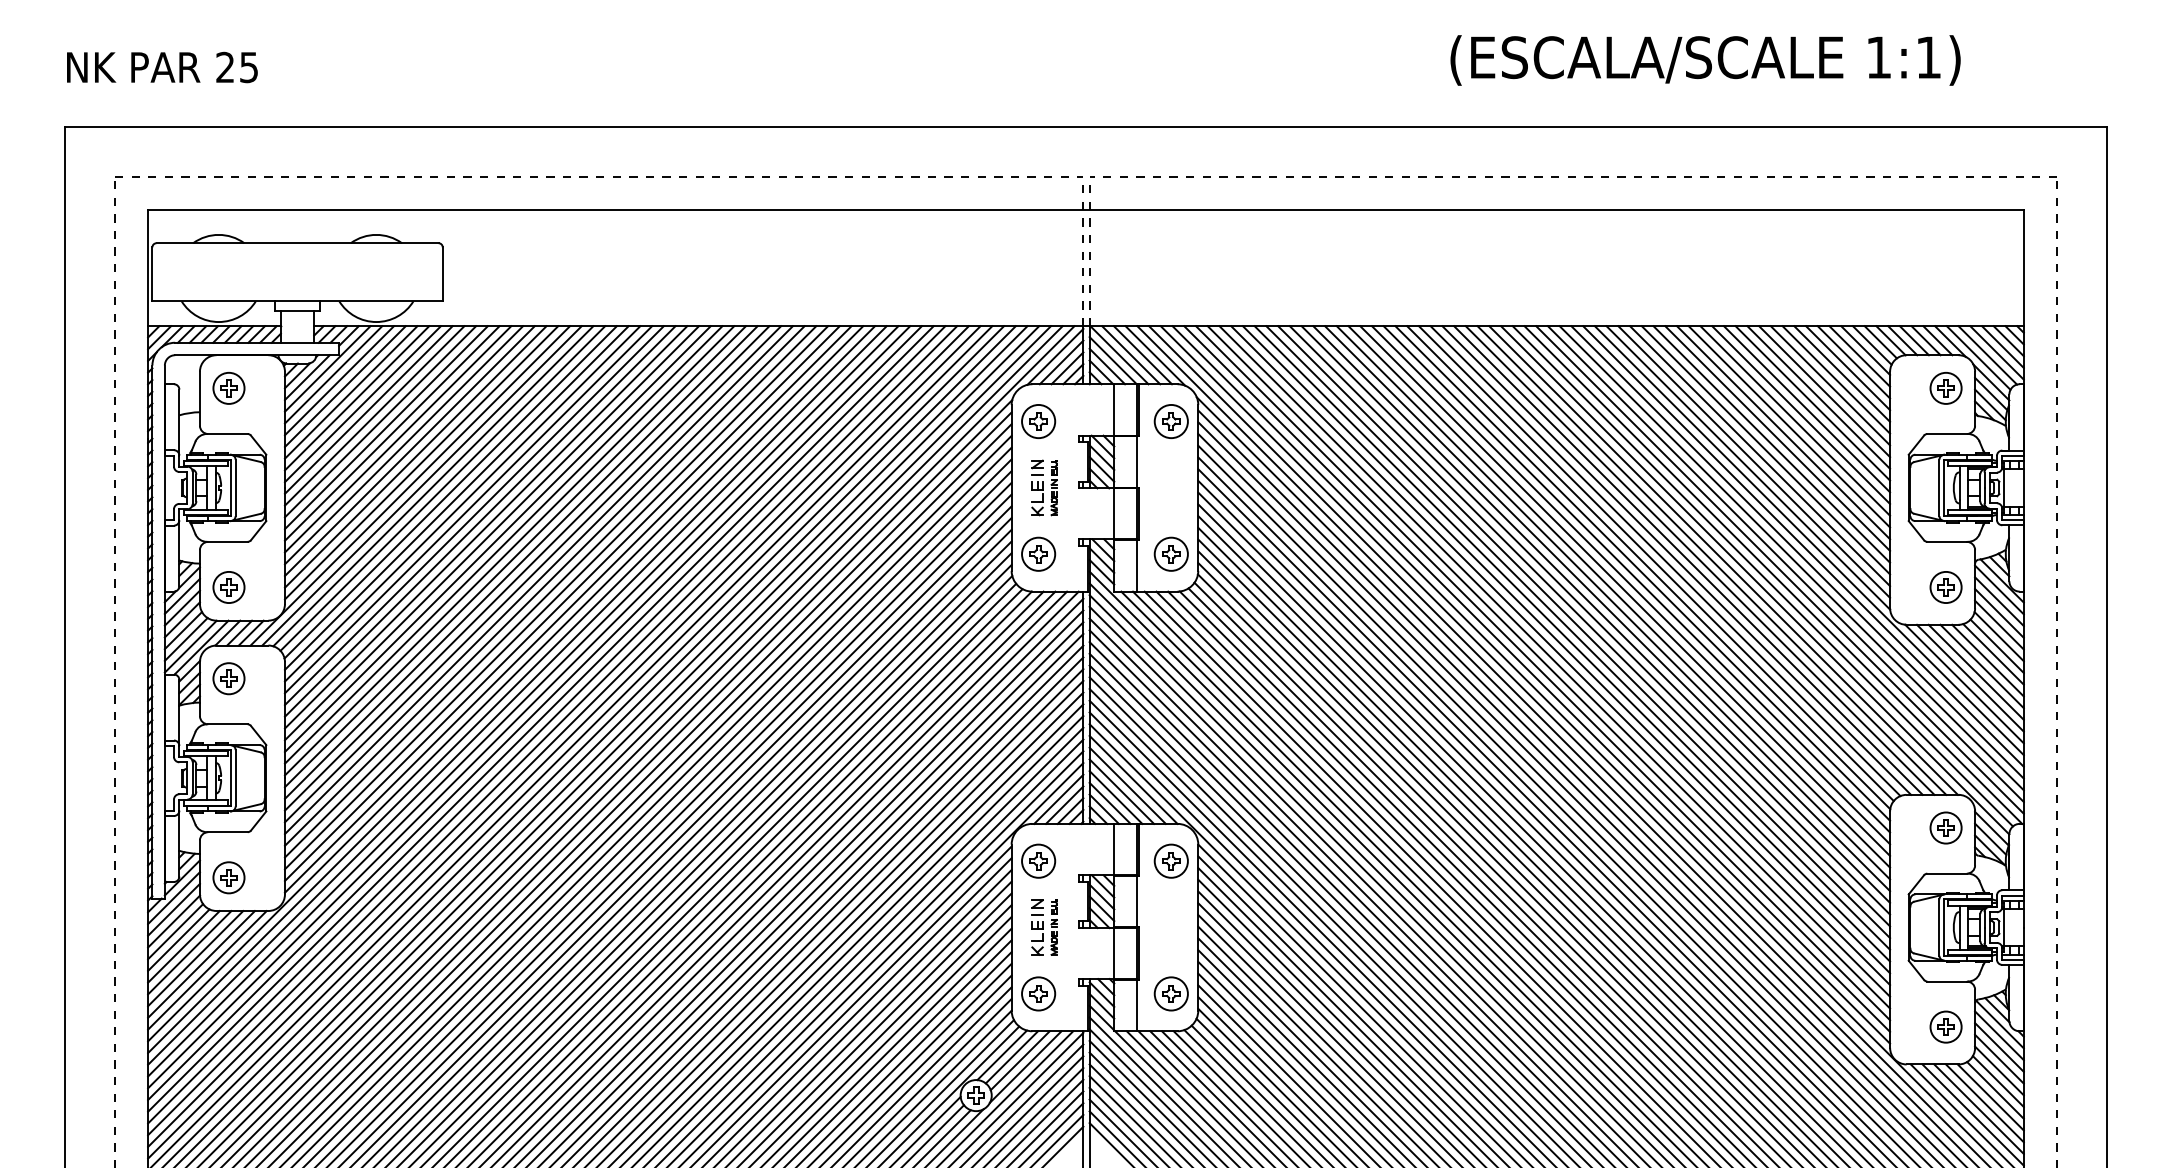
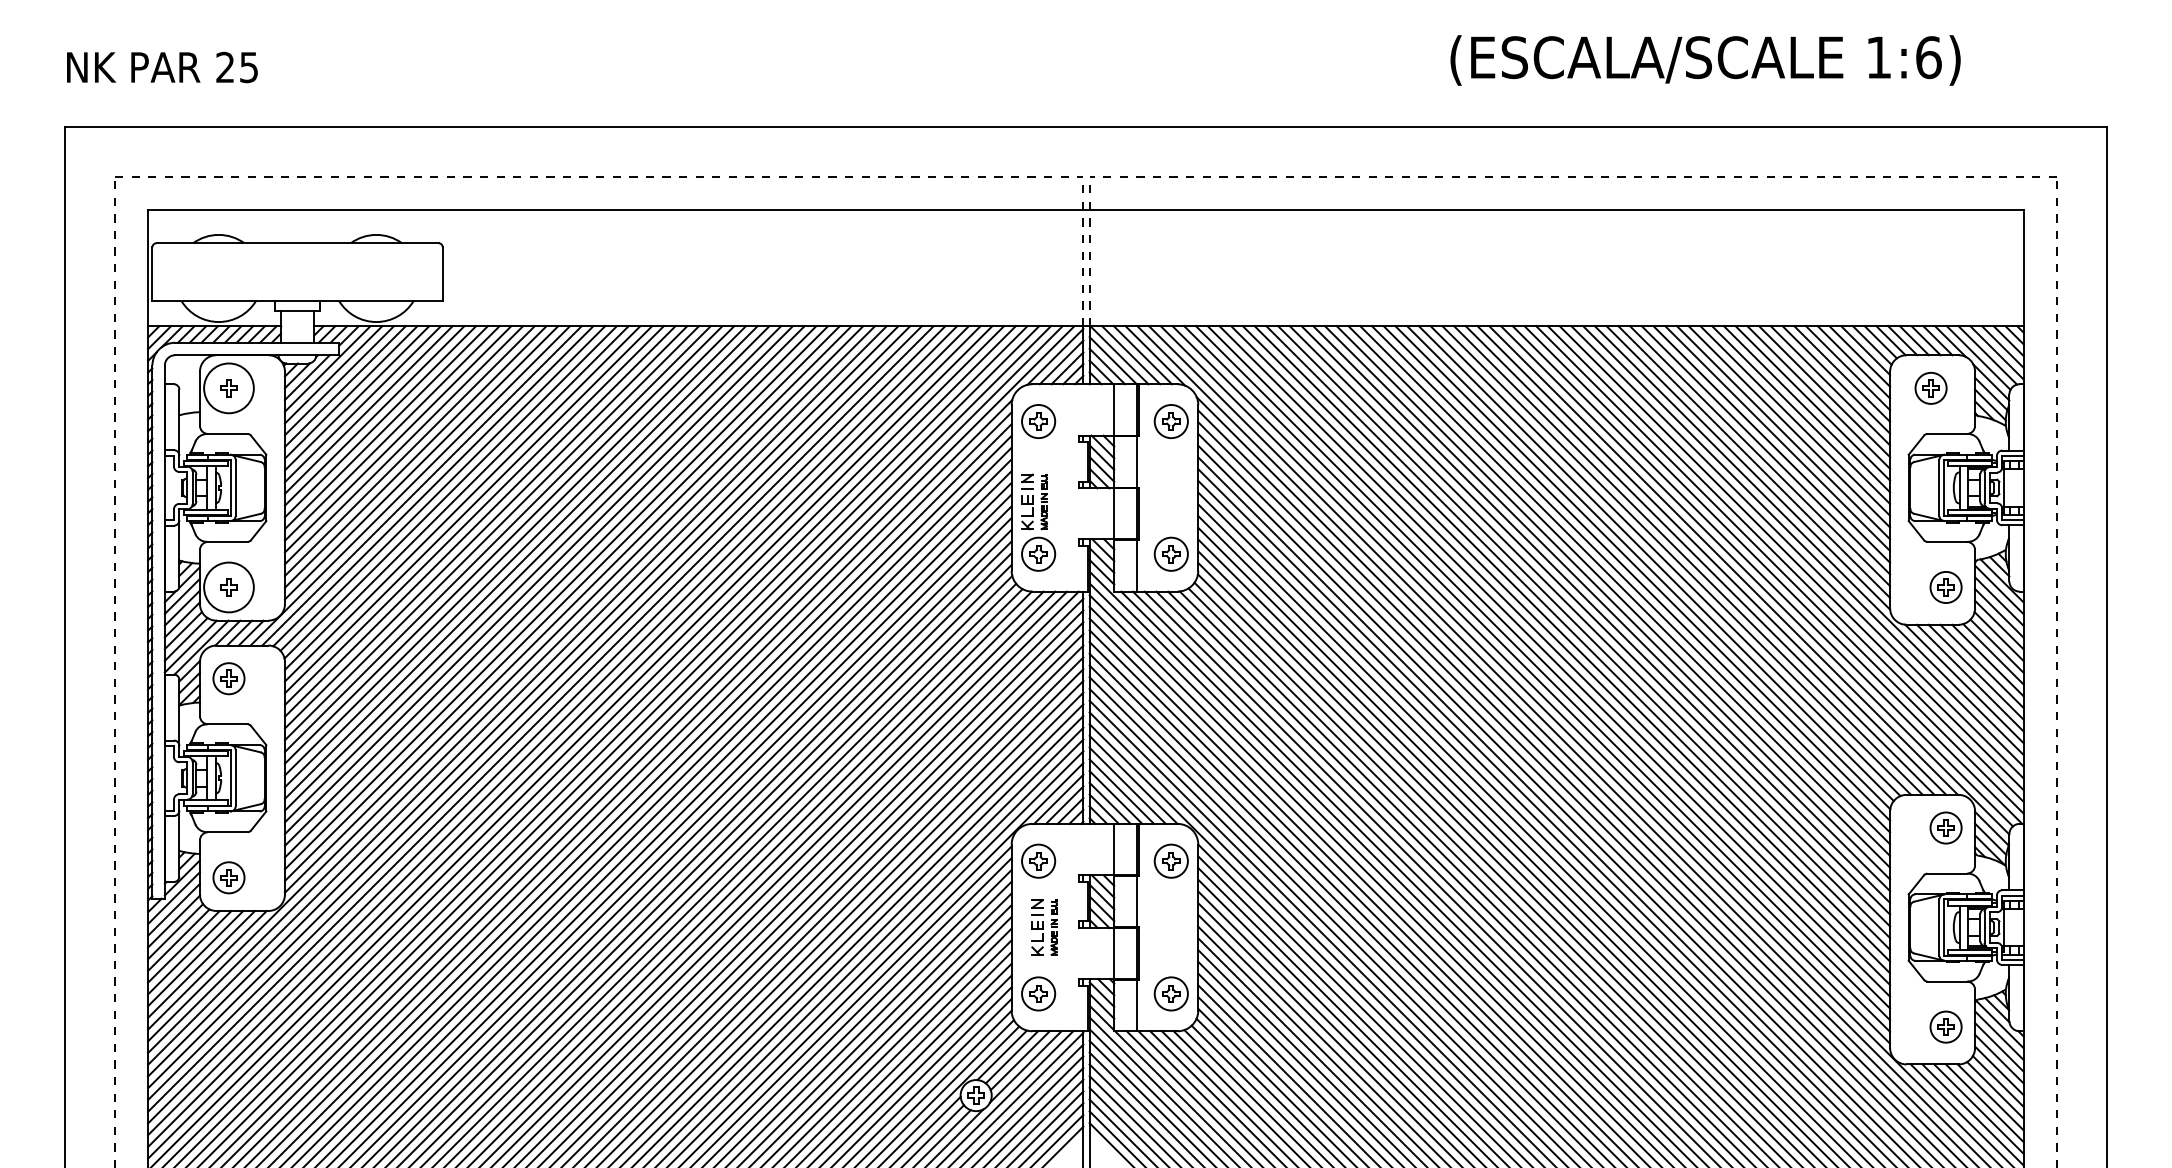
text at (1928, 57): 1:1) -> 1:6)
circle at (228, 387) diameter: 31 px -> 50 px
part at (1945, 388) position: (1945, 388) -> (1930, 388)
part at (1044, 487) position: (1044, 487) -> (1034, 501)
circle at (228, 587) diameter: 31 px -> 50 px
